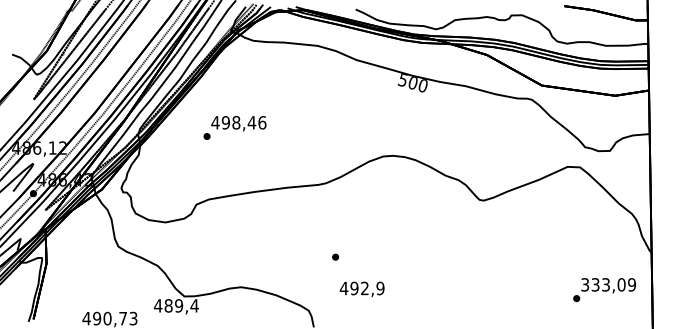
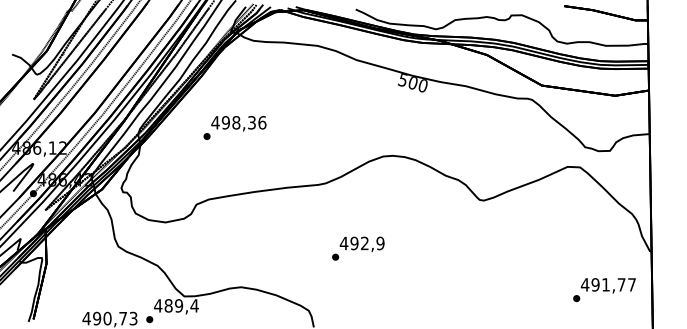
text at (251, 122): 498,46 -> 498,36
text at (608, 284): 333,09 -> 491,77
text at (361, 289) position: (361, 289) -> (361, 244)
part at (149, 319): none -> present
